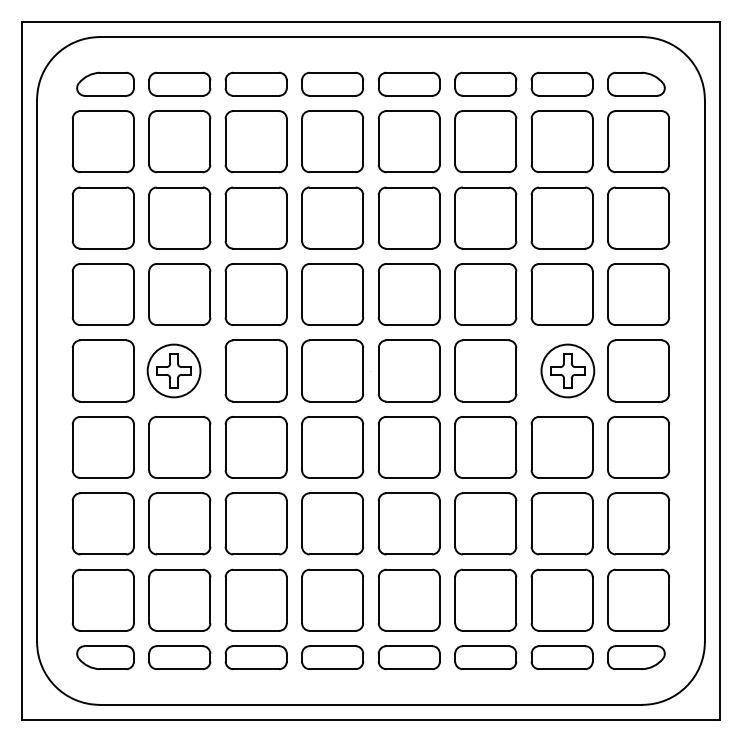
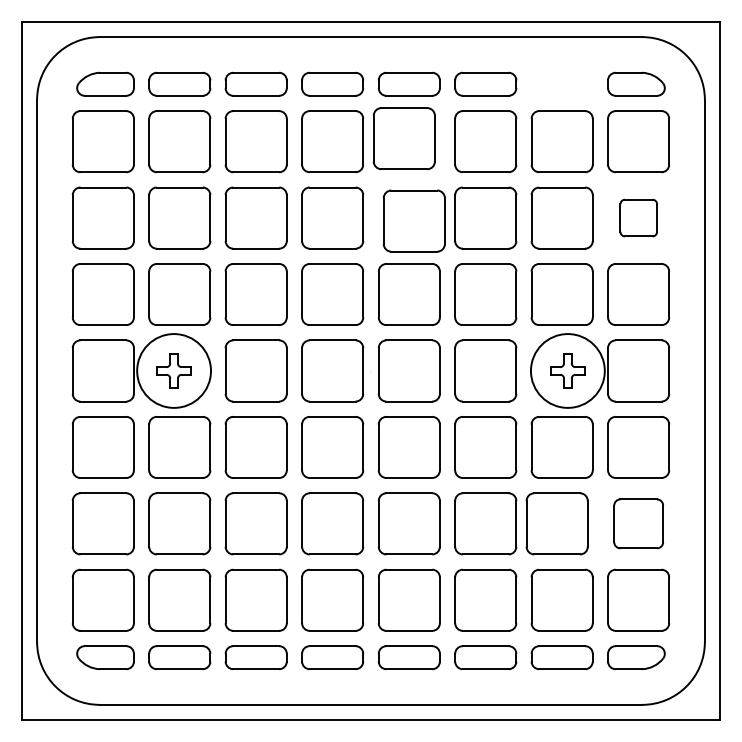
part at (561, 83): present -> none
part at (408, 141) position: (408, 141) -> (403, 138)
part at (408, 217) position: (408, 217) -> (413, 220)
part at (638, 217) size: 64x64 px -> 39x40 px
circle at (173, 370) diameter: 53 px -> 74 px
circle at (567, 370) diameter: 53 px -> 74 px
part at (561, 523) position: (561, 523) -> (556, 523)
part at (638, 523) size: 64x64 px -> 51x52 px
